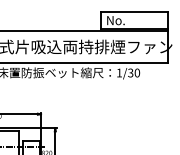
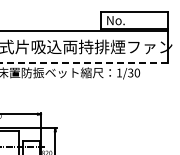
line at (83, 63): solid -> dashed
